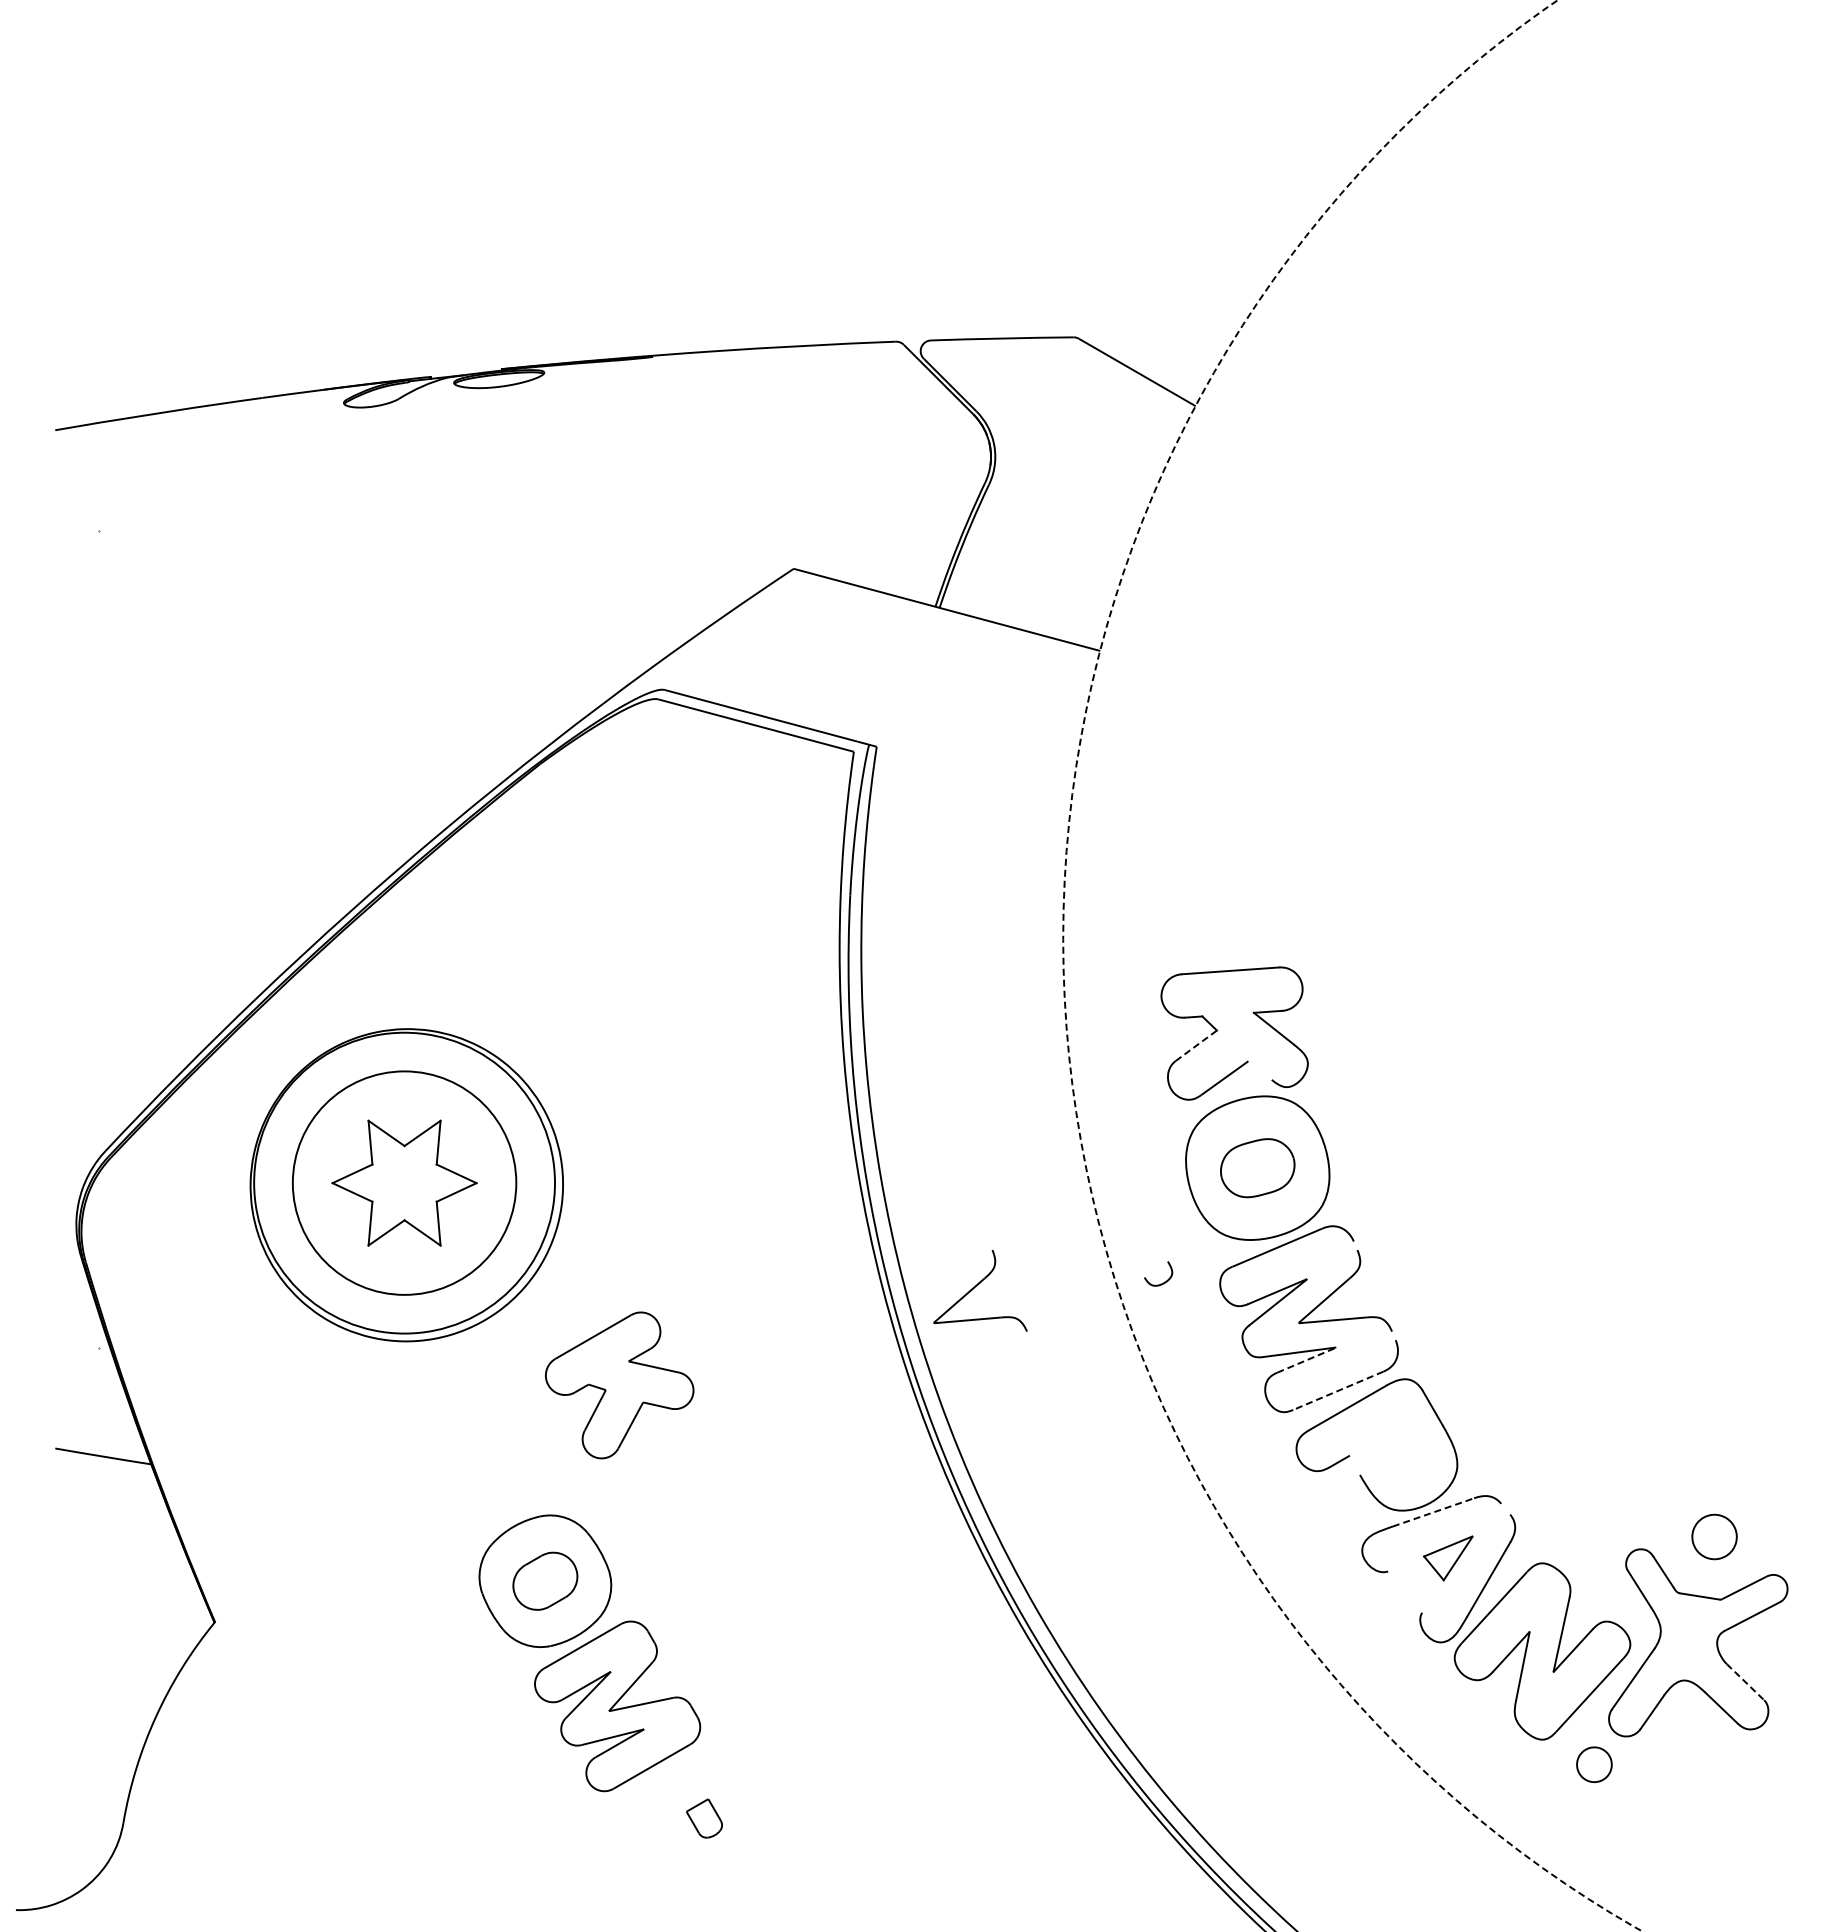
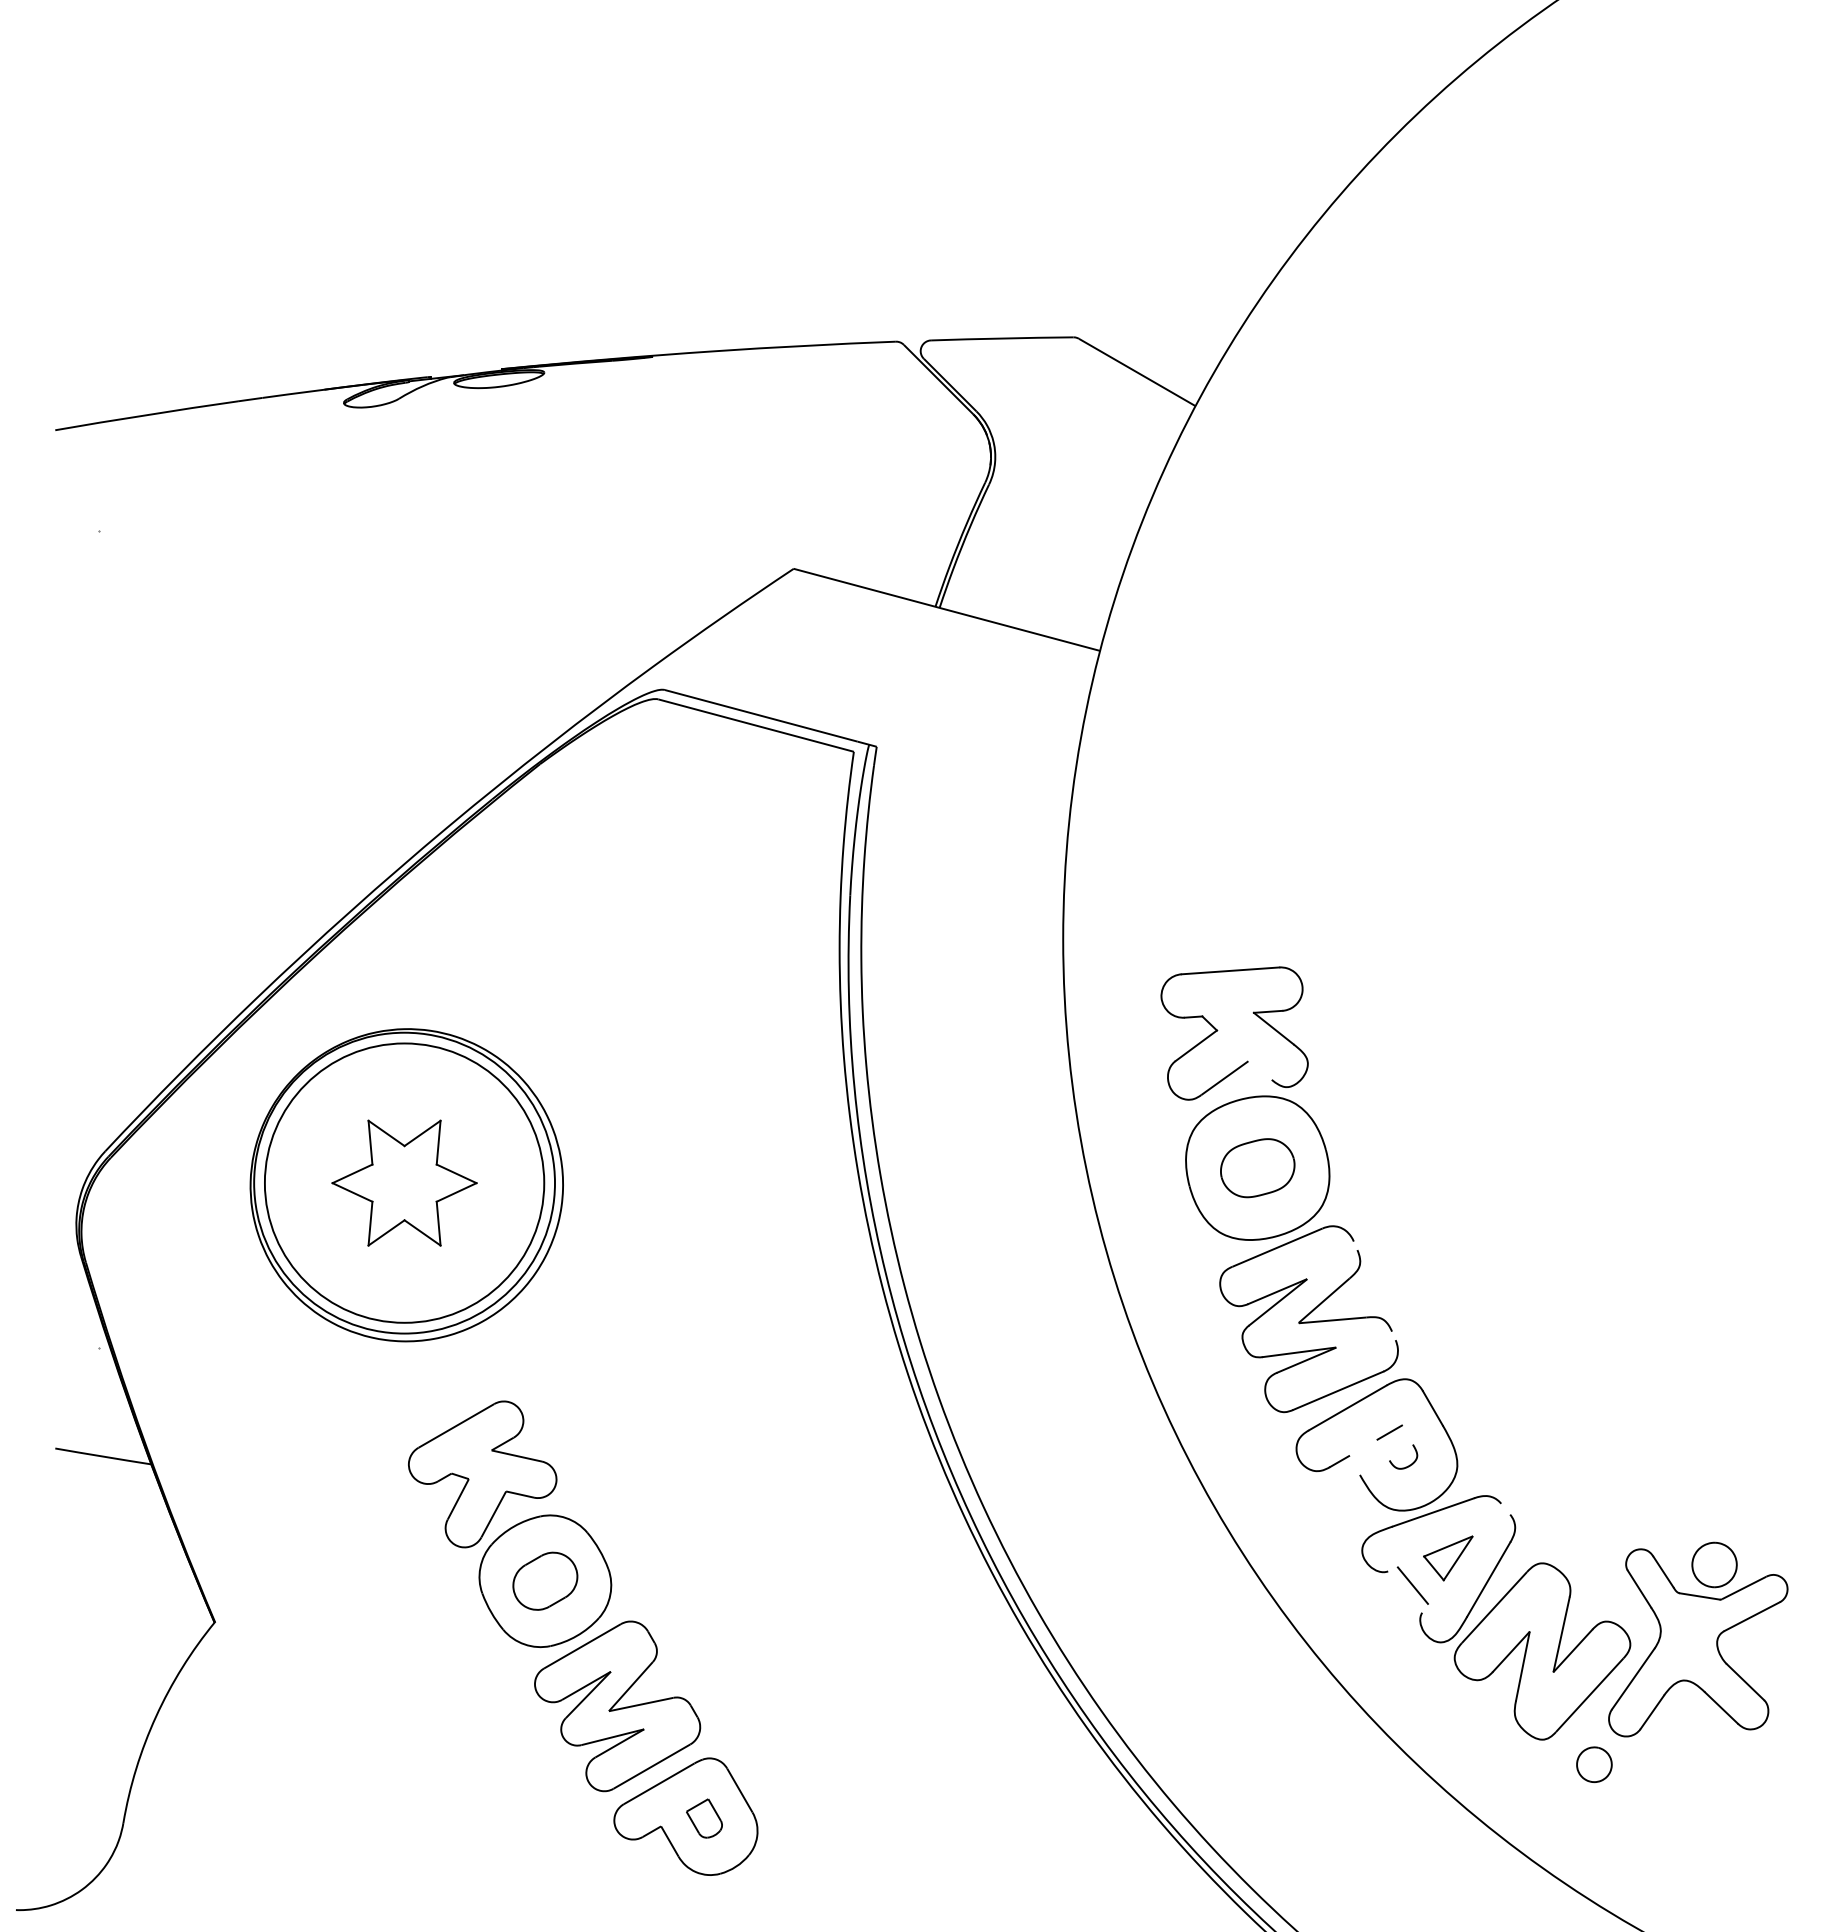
circle at (1352, 965): dashed -> solid
line at (1196, 1045): dashed -> solid
circle at (404, 1182) diameter: 223 px -> 279 px
curve at (1164, 1281) position: (1164, 1281) -> (1409, 1464)
part at (980, 1290): present -> none
line at (1306, 1360): dashed -> solid
part at (619, 1385) position: (619, 1385) -> (482, 1474)
line at (1338, 1390): dashed -> solid
line at (1389, 1432): none -> present
line at (1433, 1512): dashed -> solid
part at (1714, 1536) position: (1714, 1536) -> (1714, 1564)
line at (1412, 1585): none -> present
line at (1745, 1682): dashed -> solid
part at (685, 1816): none -> present
